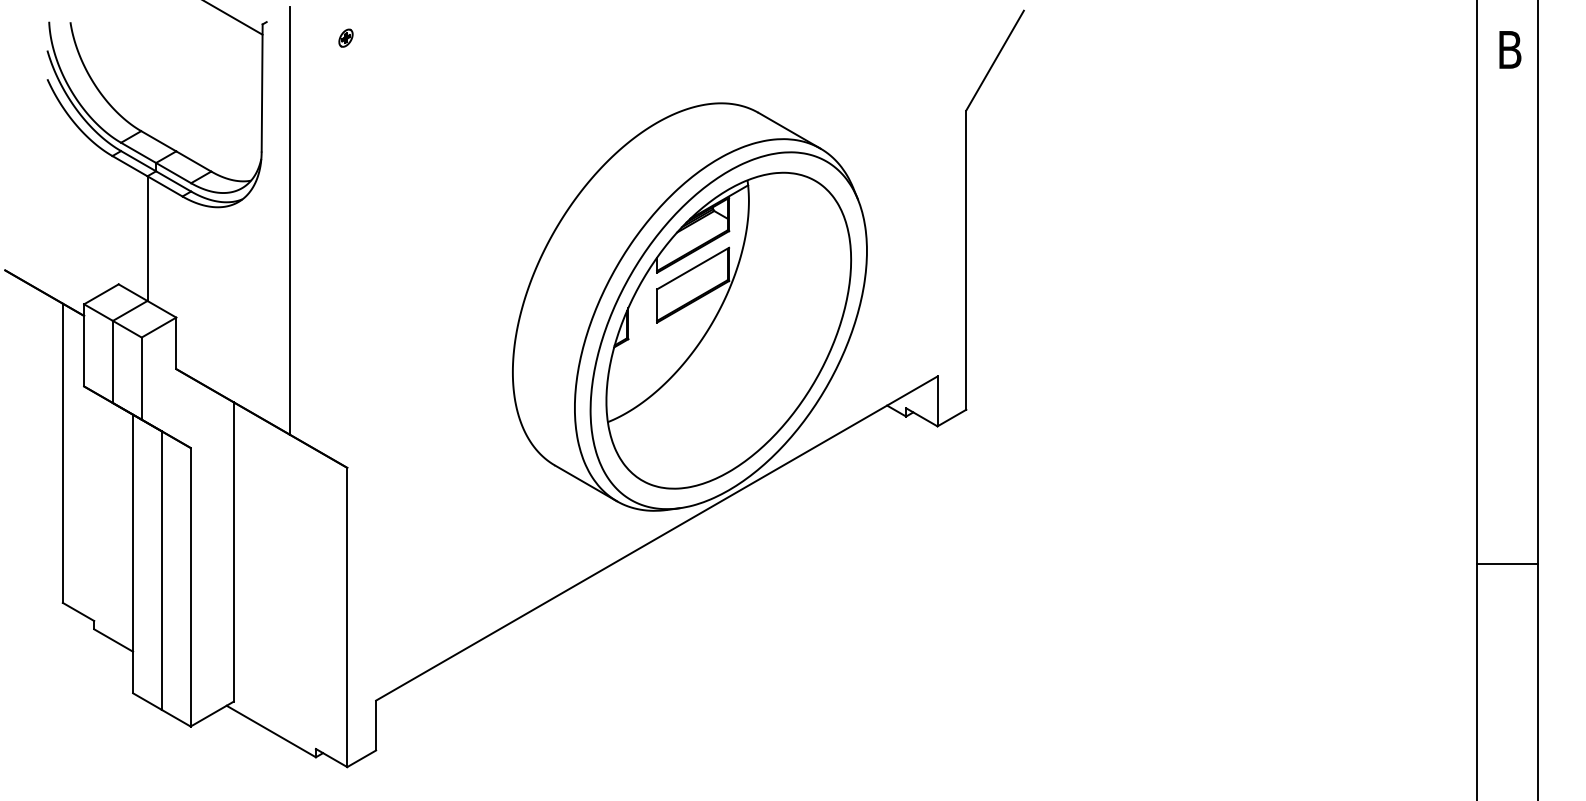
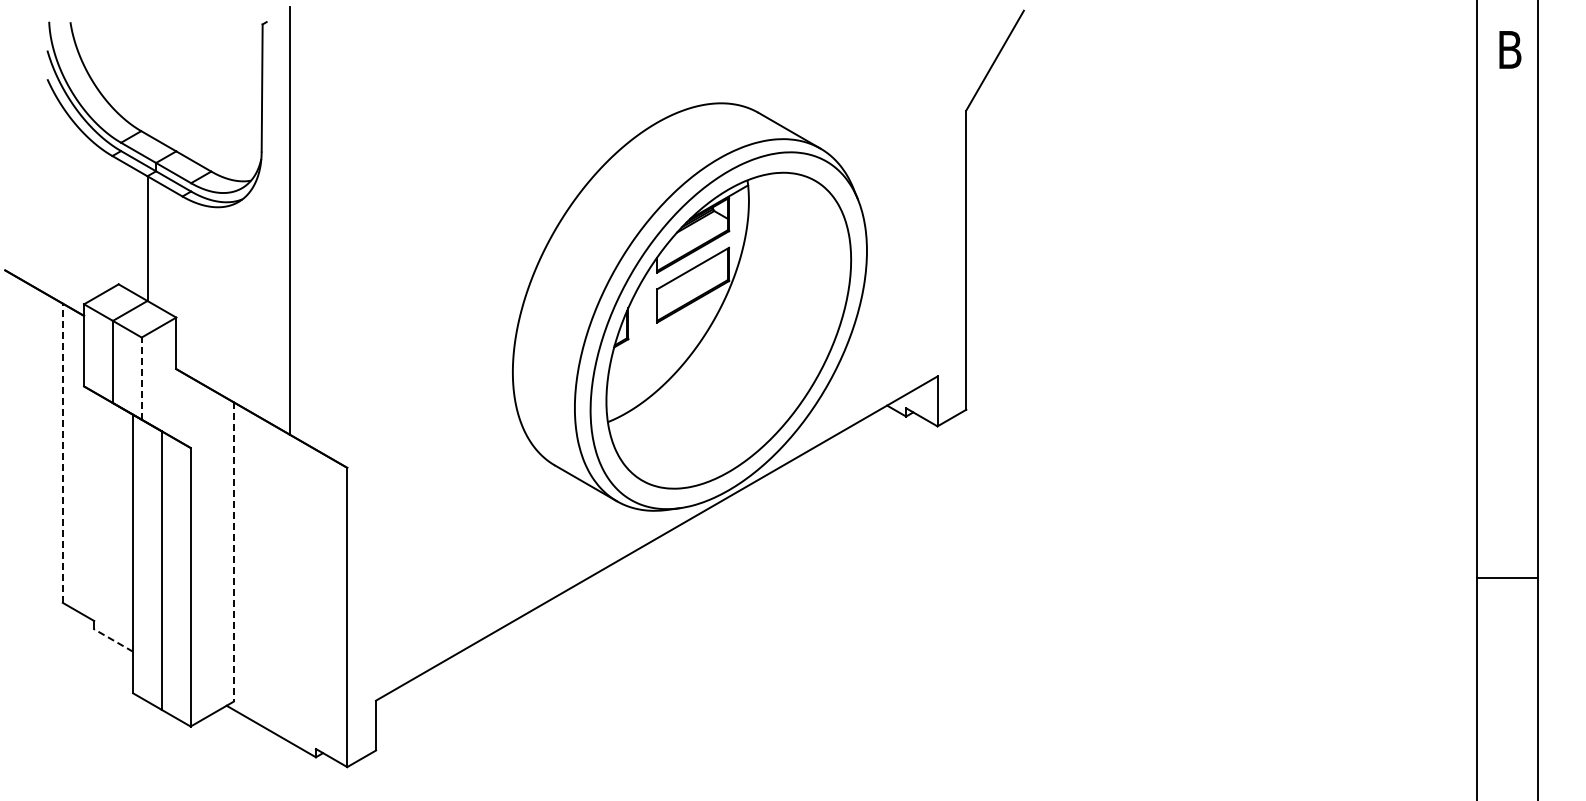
line at (234, 18): present -> none
part at (345, 37): present -> none
line at (141, 378): solid -> dashed
line at (62, 453): solid -> dashed
line at (233, 552): solid -> dashed
line at (1507, 564) position: (1507, 564) -> (1507, 578)
line at (113, 640): solid -> dashed
